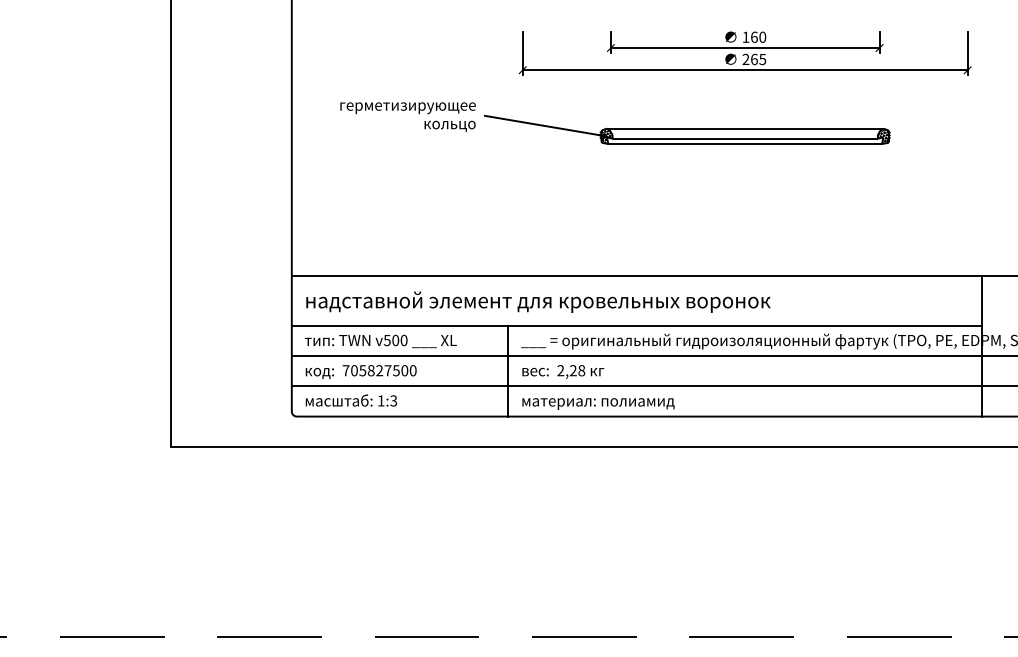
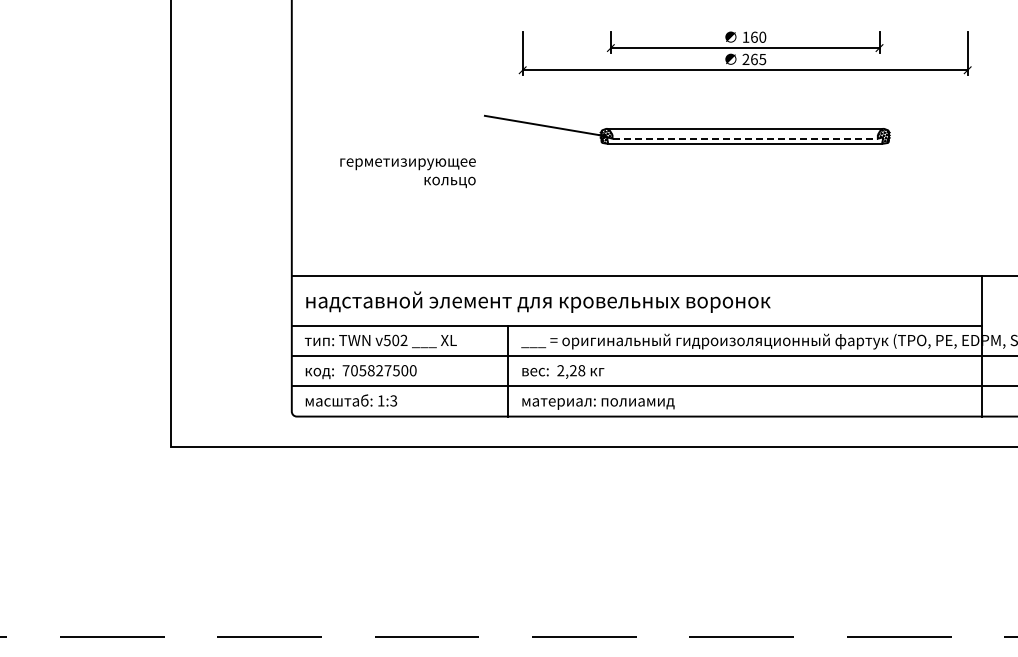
text at (407, 116) position: (407, 116) -> (407, 172)
line at (745, 138): solid -> dashed
text at (403, 340): v500 -> v502
